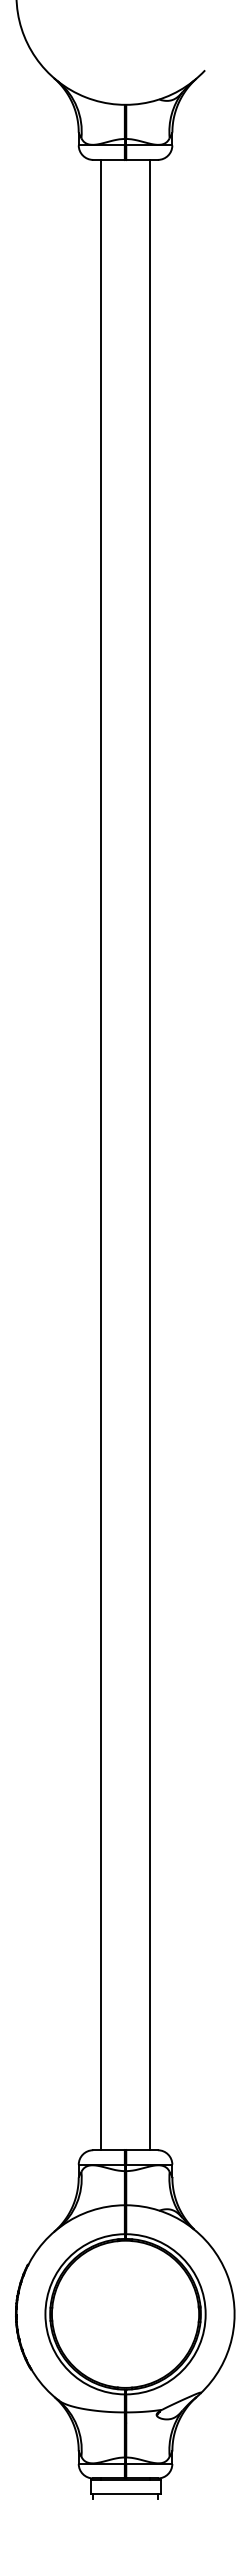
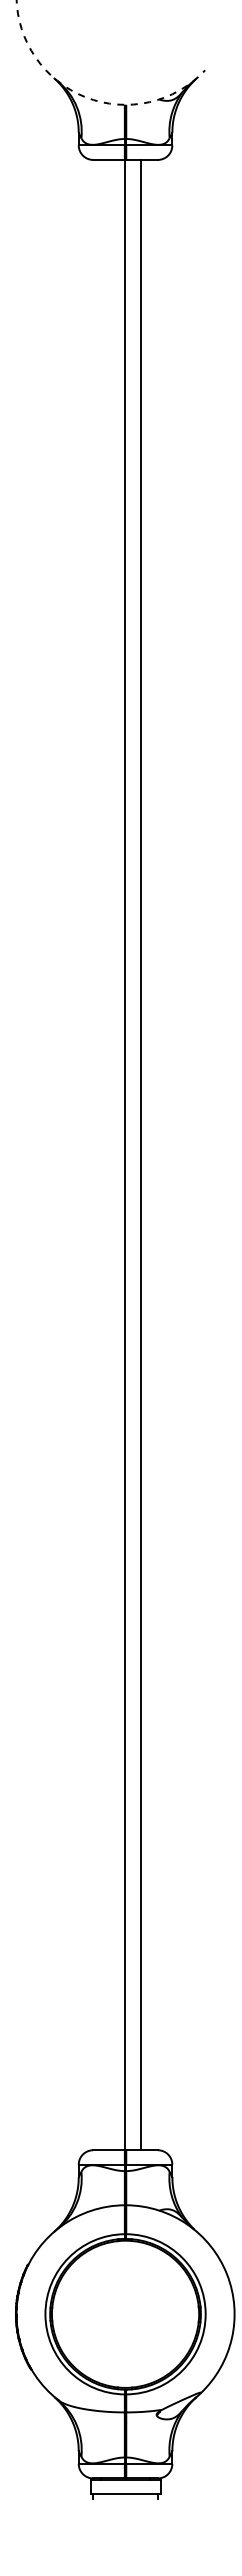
arc at (87, 97): solid -> dashed
line at (101, 1154) position: (101, 1154) -> (141, 1154)
line at (149, 1154) position: (149, 1154) -> (124, 1154)
